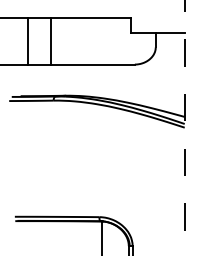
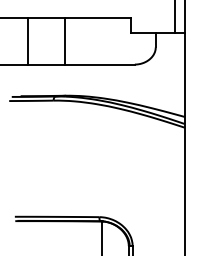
line at (174, 17): none -> present
line at (50, 41) position: (50, 41) -> (64, 41)
line at (184, 127): dashed -> solid
